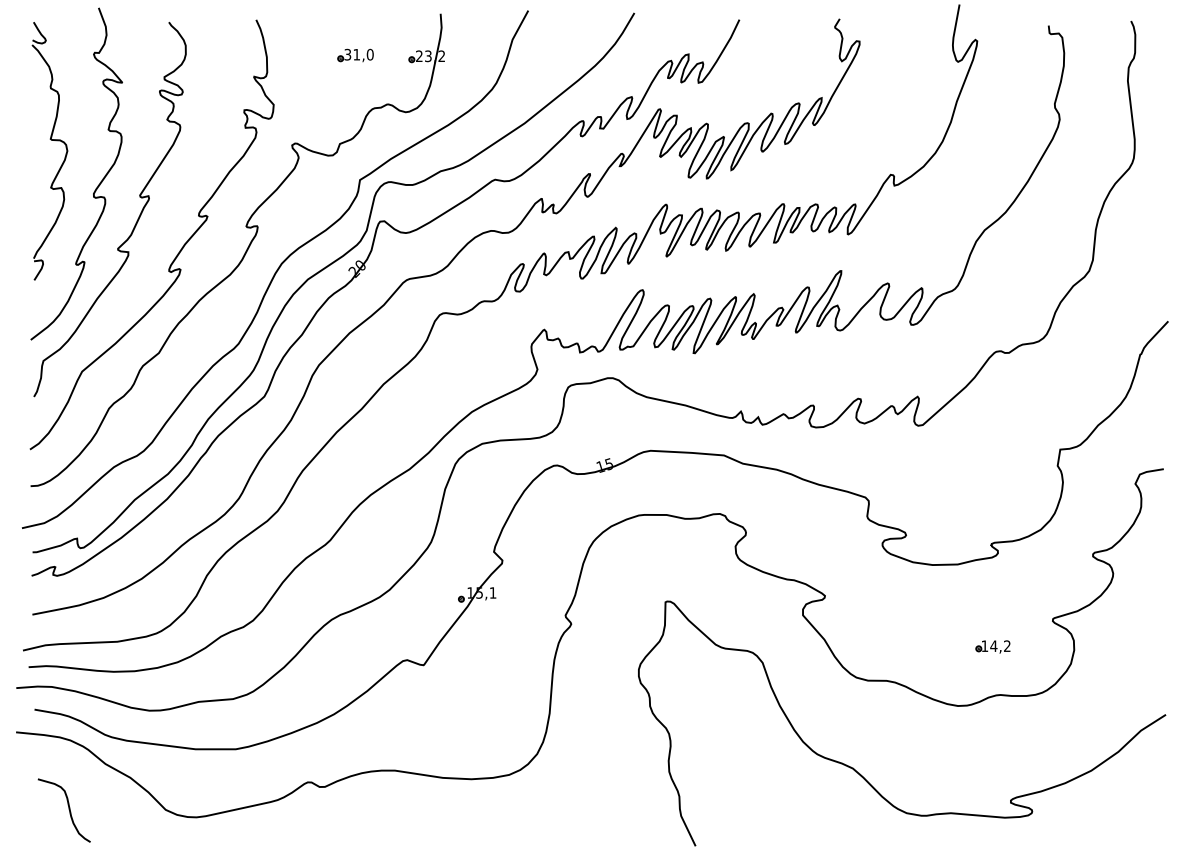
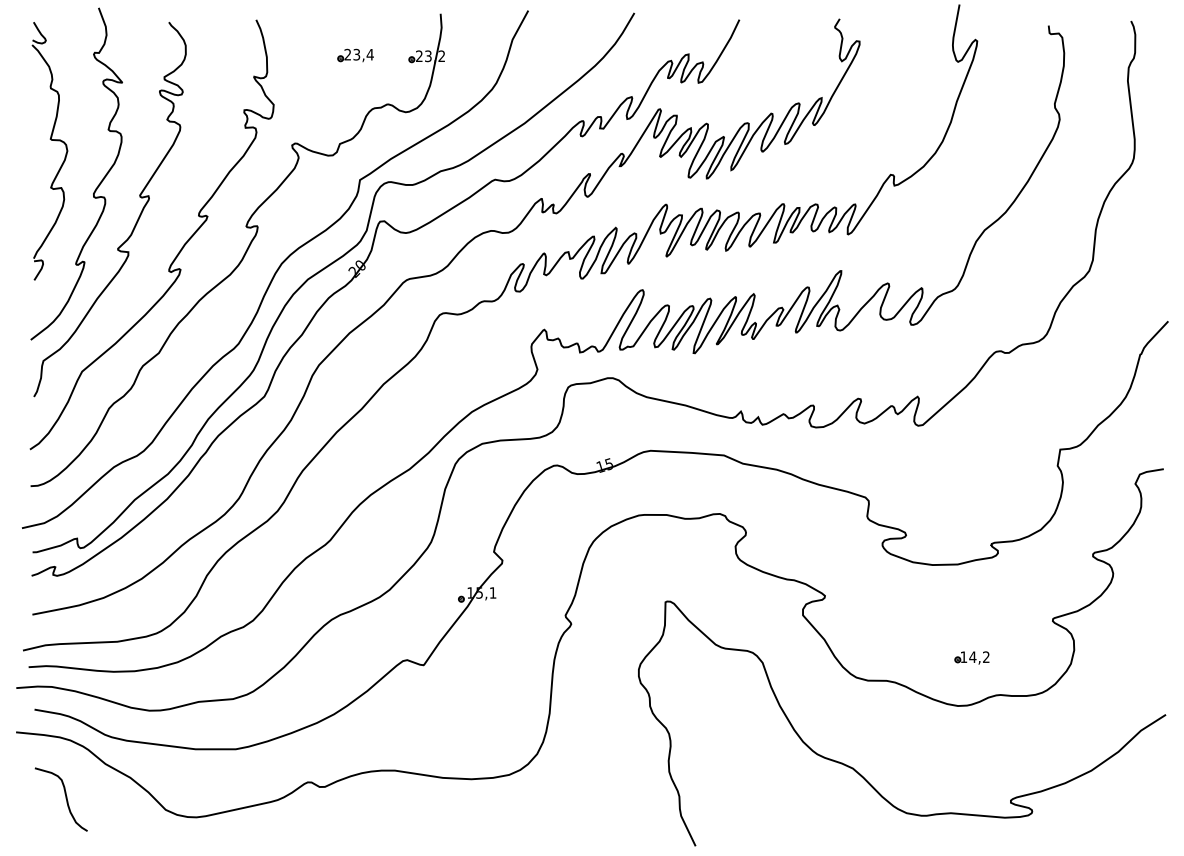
text at (358, 54): 31,0 -> 23,4
part at (992, 646) position: (992, 646) -> (971, 657)
curve at (68, 809) position: (68, 809) -> (65, 798)
